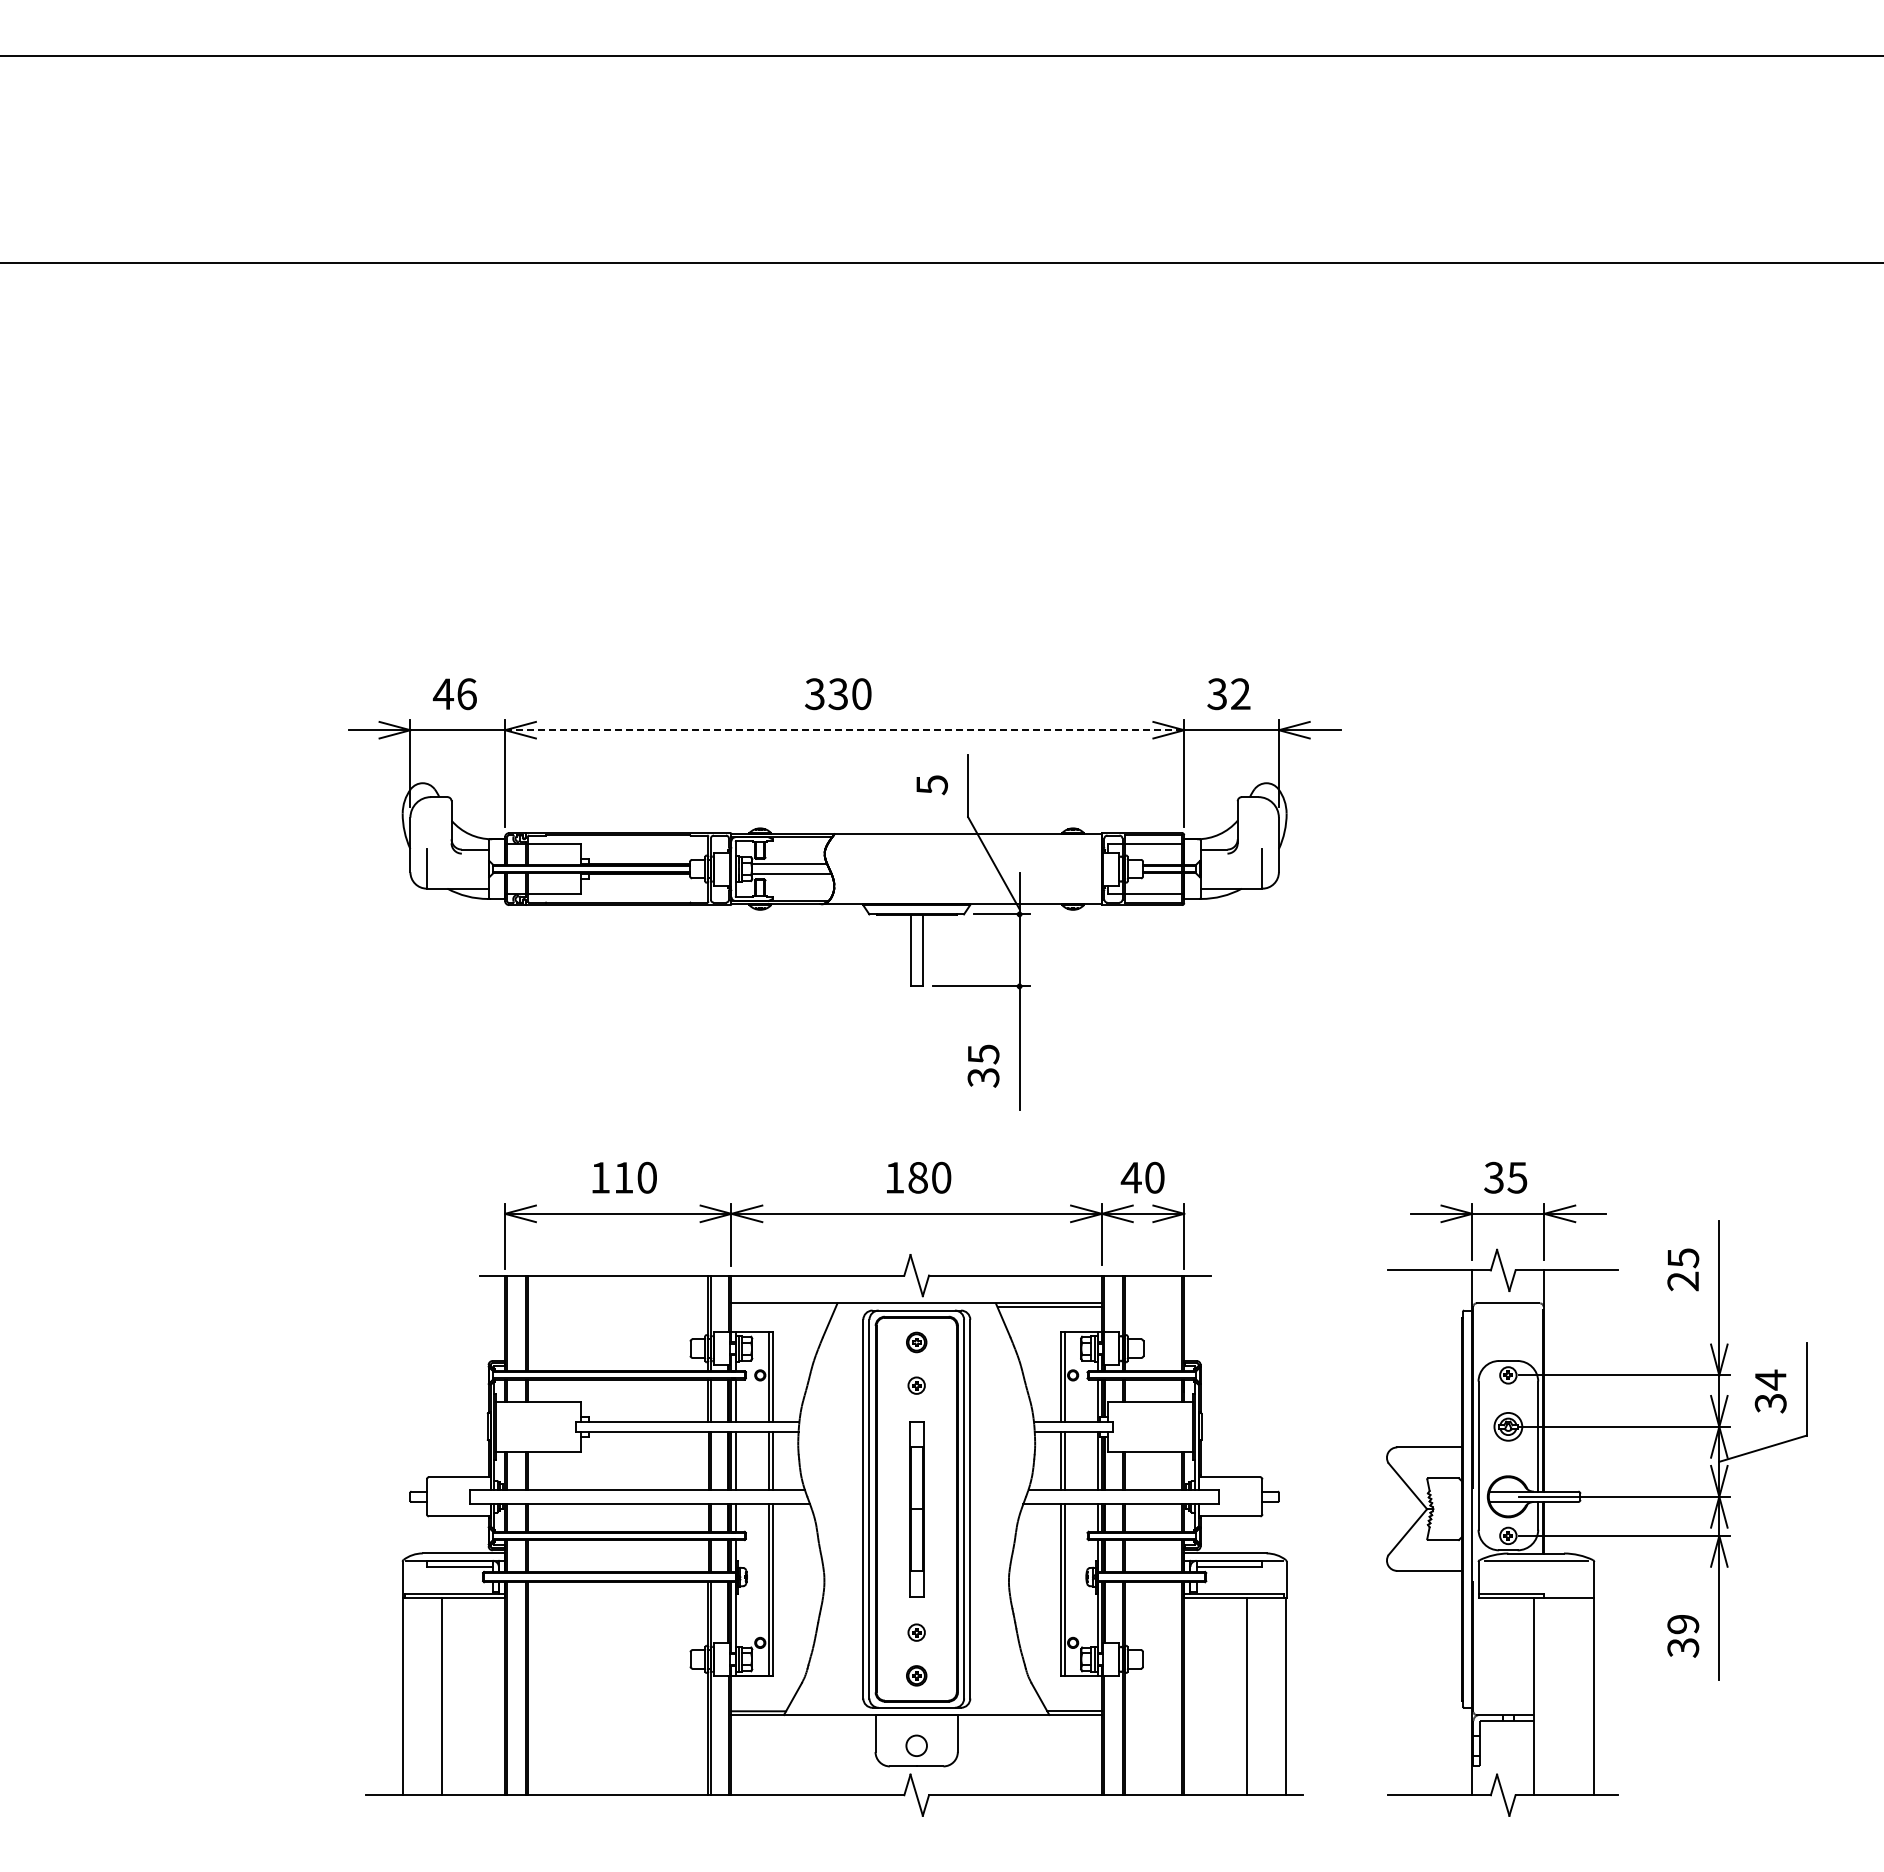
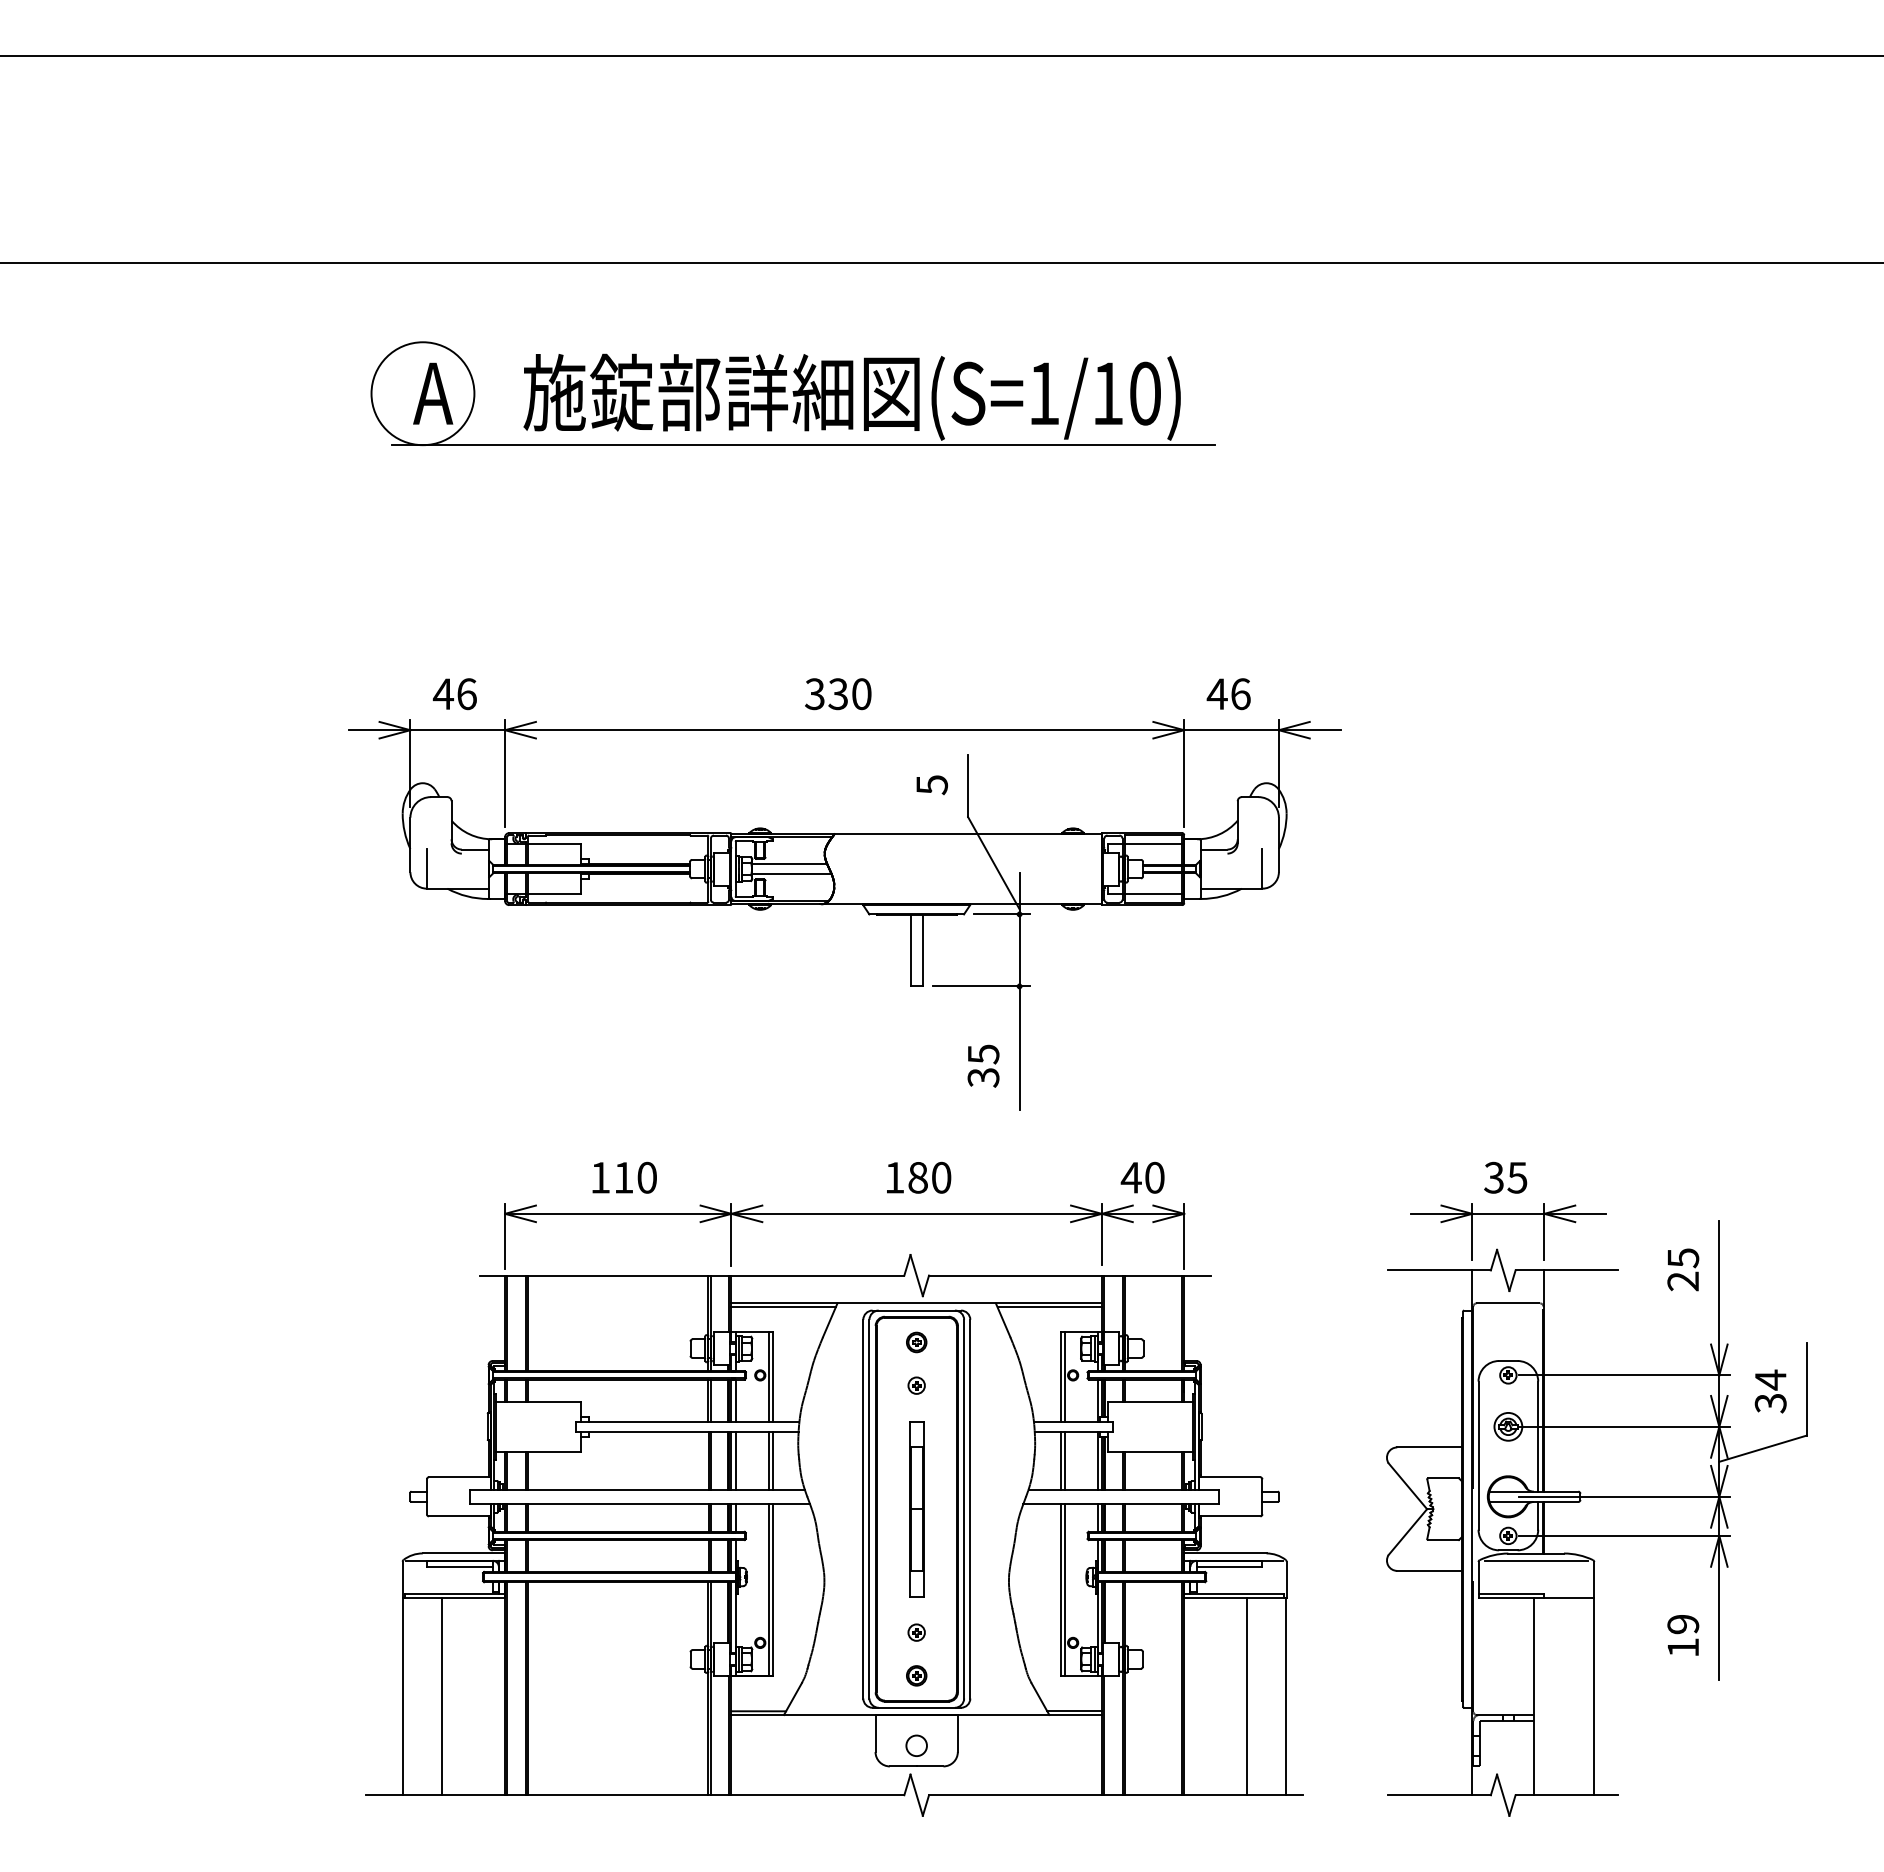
part at (792, 393): none -> present
text at (1228, 694): 32 -> 46
line at (844, 730): dashed -> solid
line at (783, 1307): none -> present
text at (1683, 1647): 39 -> 19
